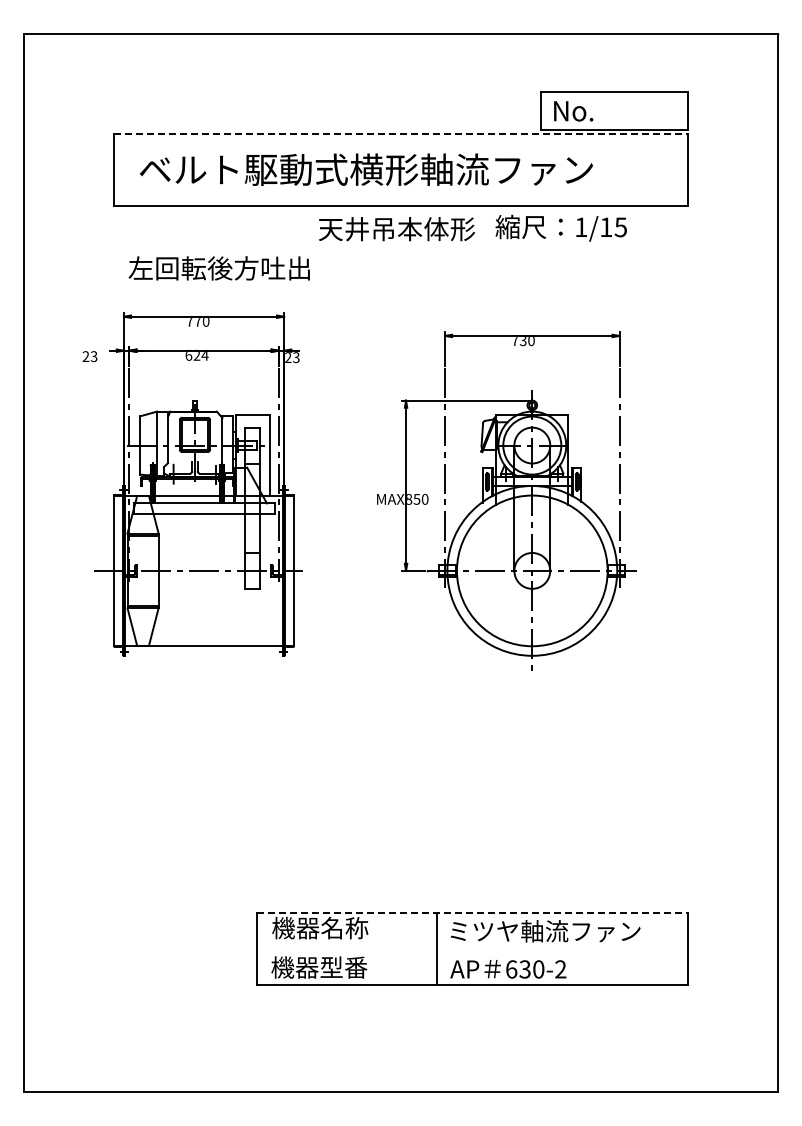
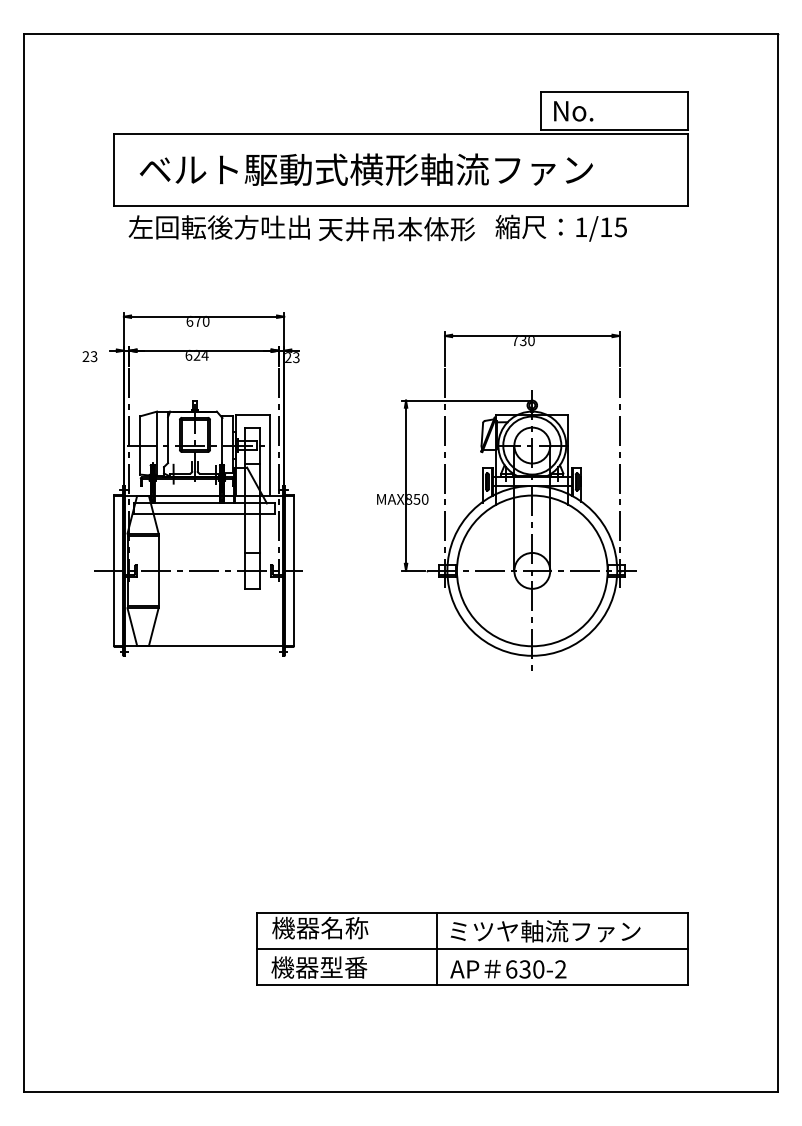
line at (401, 134): dashed -> solid
text at (218, 268) position: (218, 268) -> (218, 227)
text at (189, 320): 770 -> 670
line at (473, 912): dashed -> solid
line at (472, 948): none -> present
